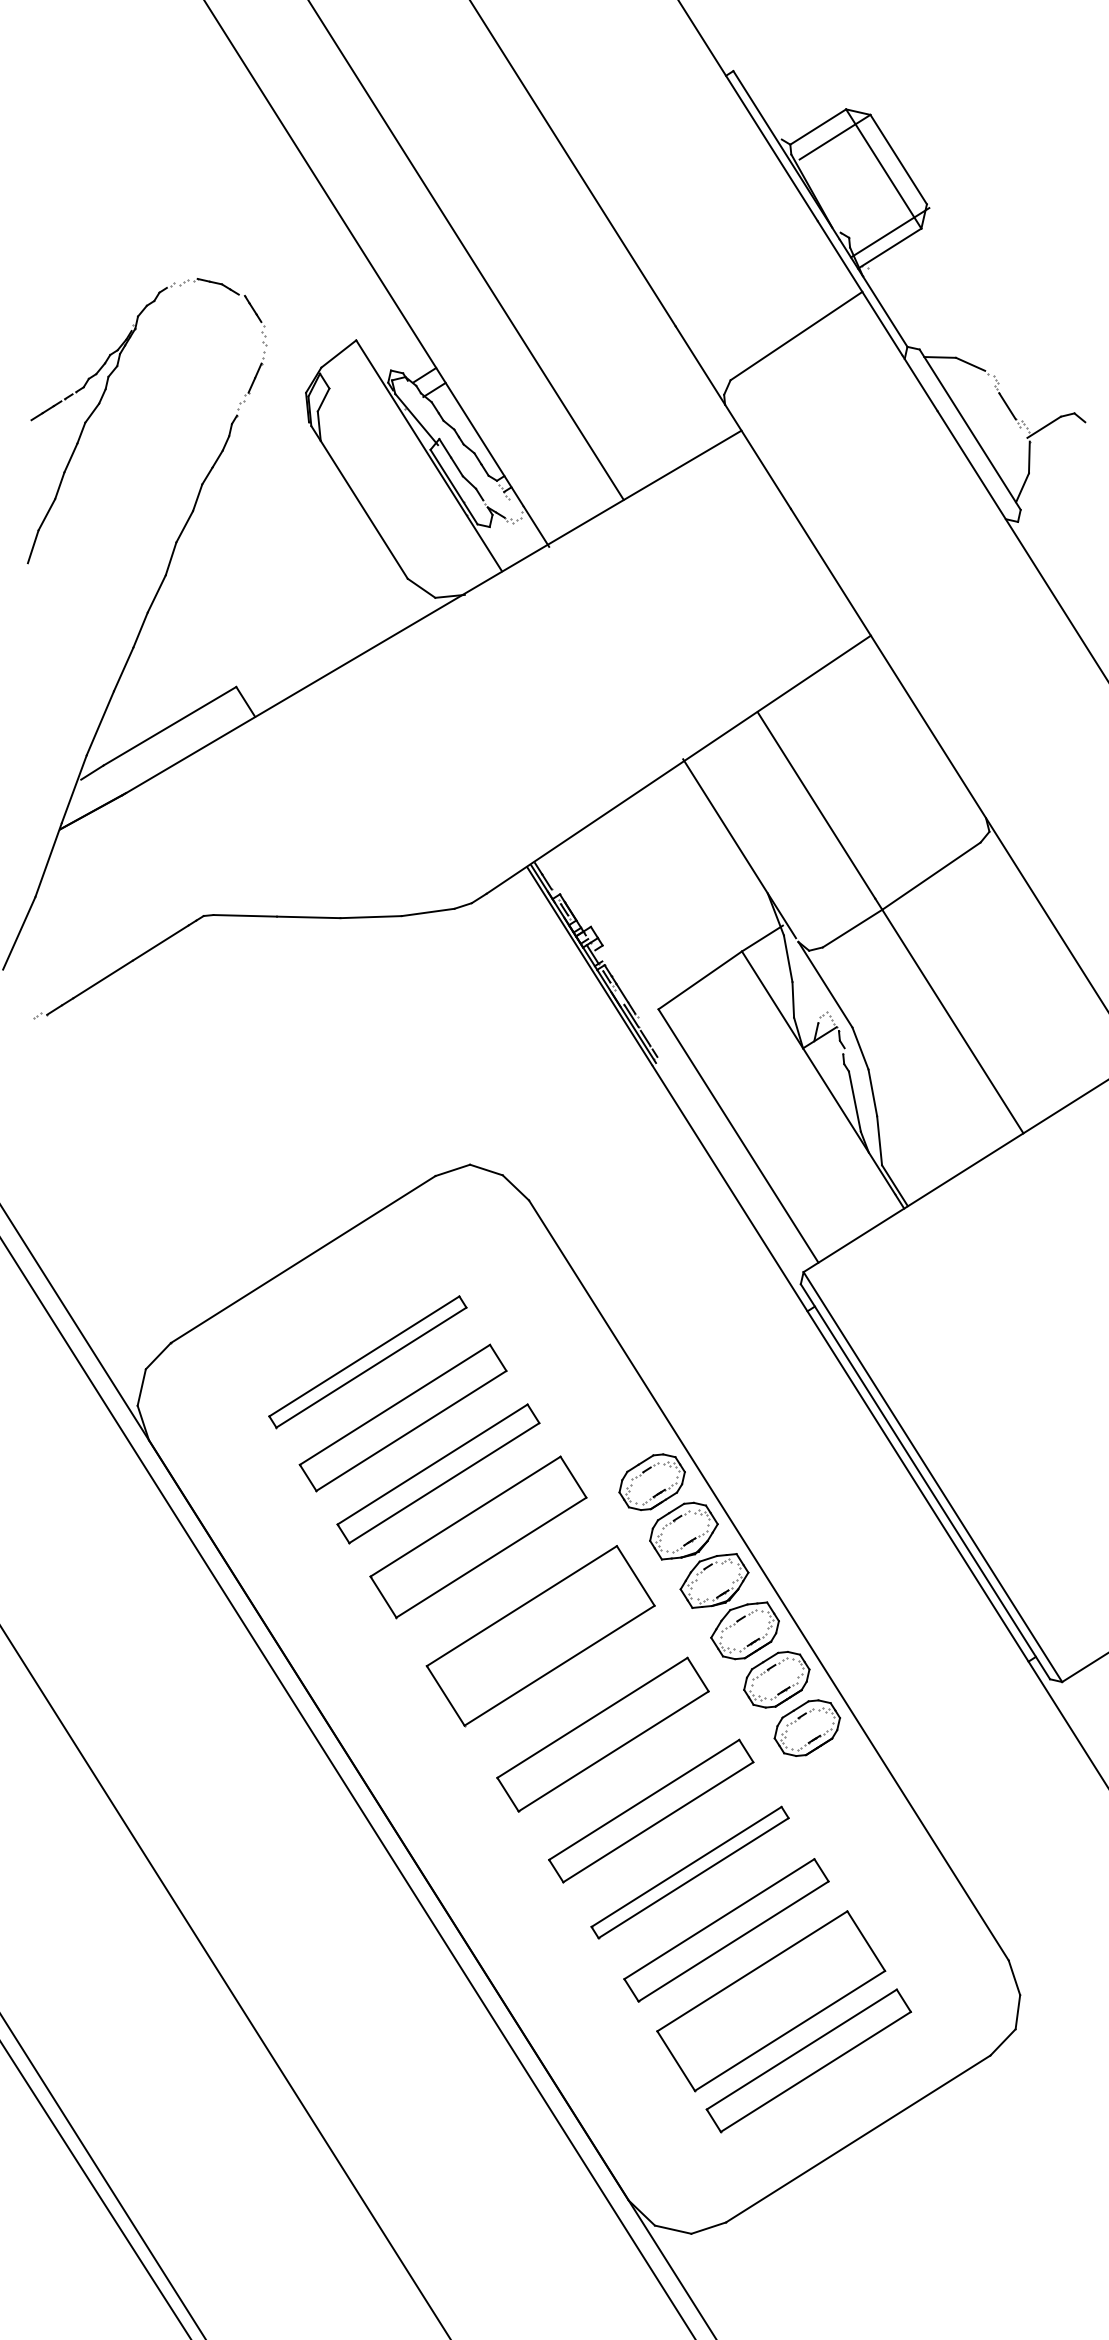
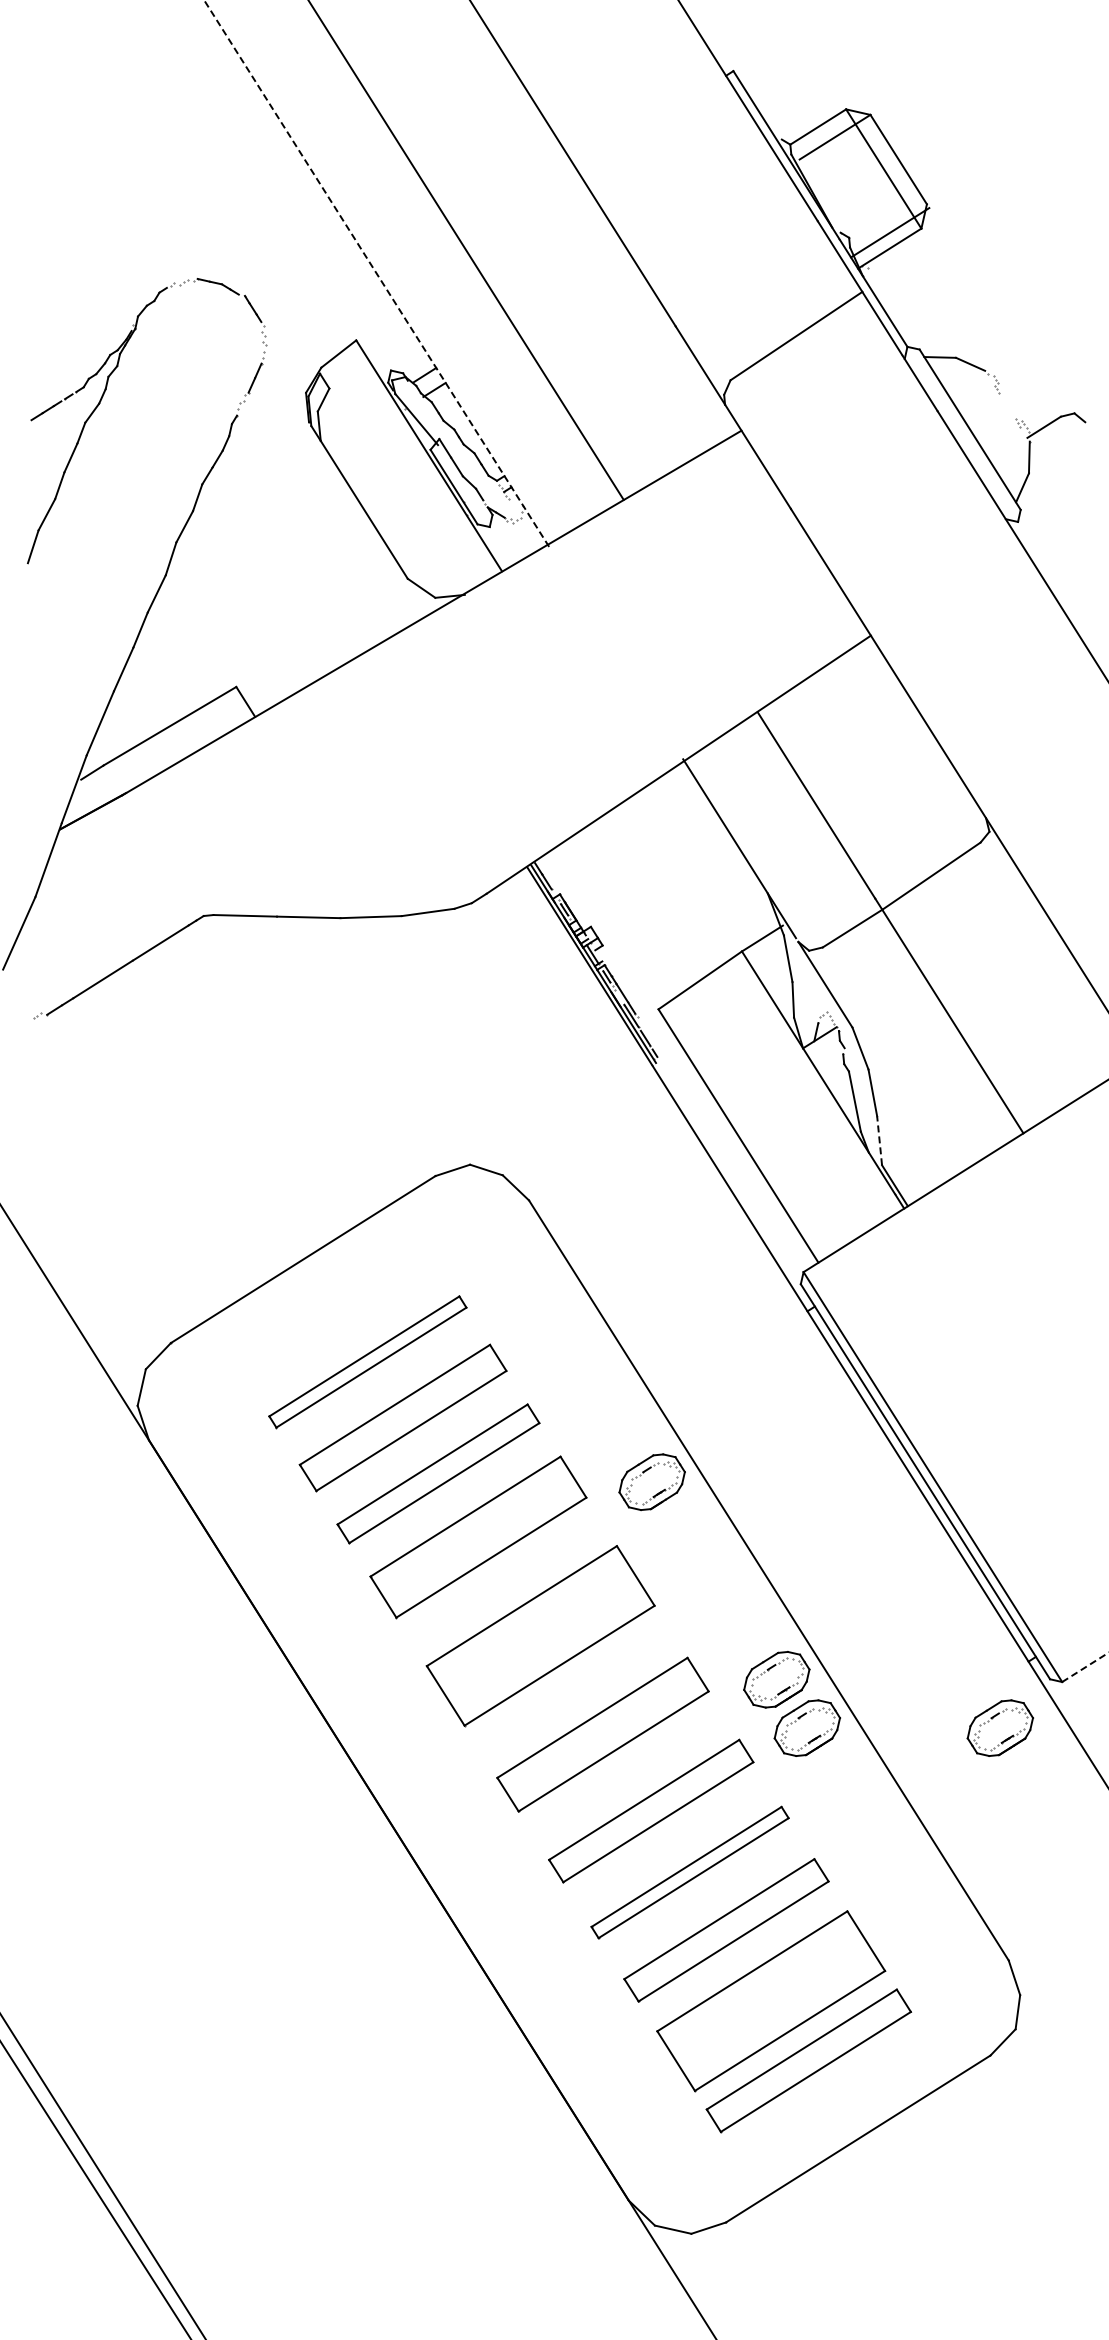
line at (376, 273): solid -> dashed
line at (1007, 406): present -> none
line at (879, 1140): solid -> dashed
part at (714, 1580): present -> none
line at (1085, 1667): solid -> dashed
part at (1000, 1727): none -> present
line at (347, 1788): present -> none
line at (225, 1982): present -> none
